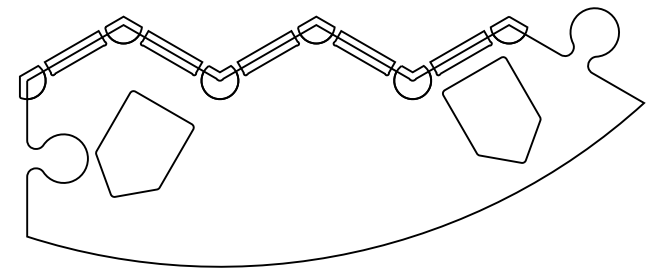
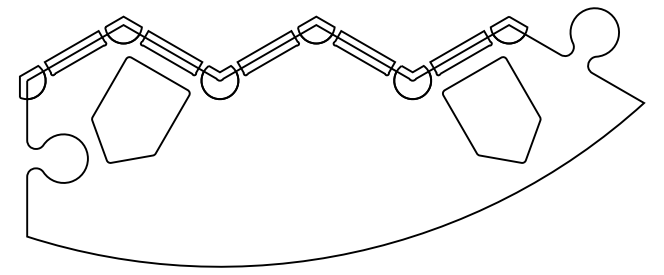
part at (144, 143) position: (144, 143) -> (140, 109)
